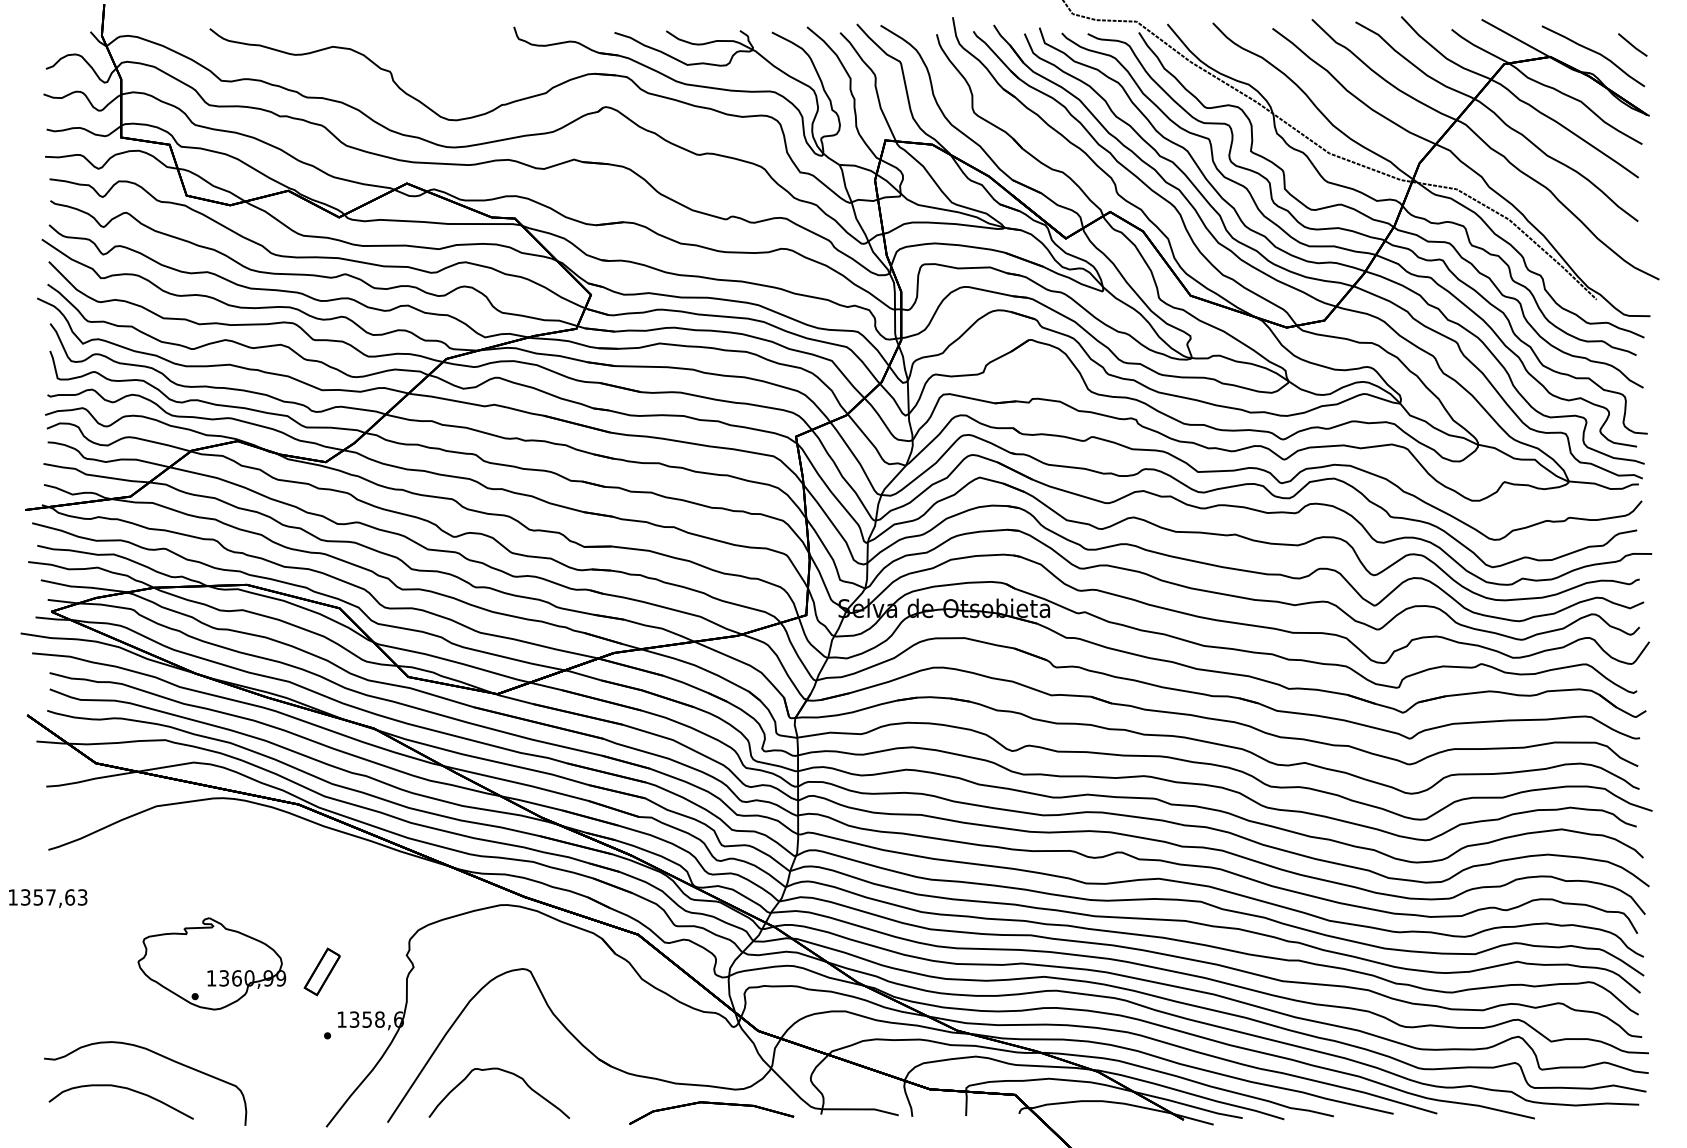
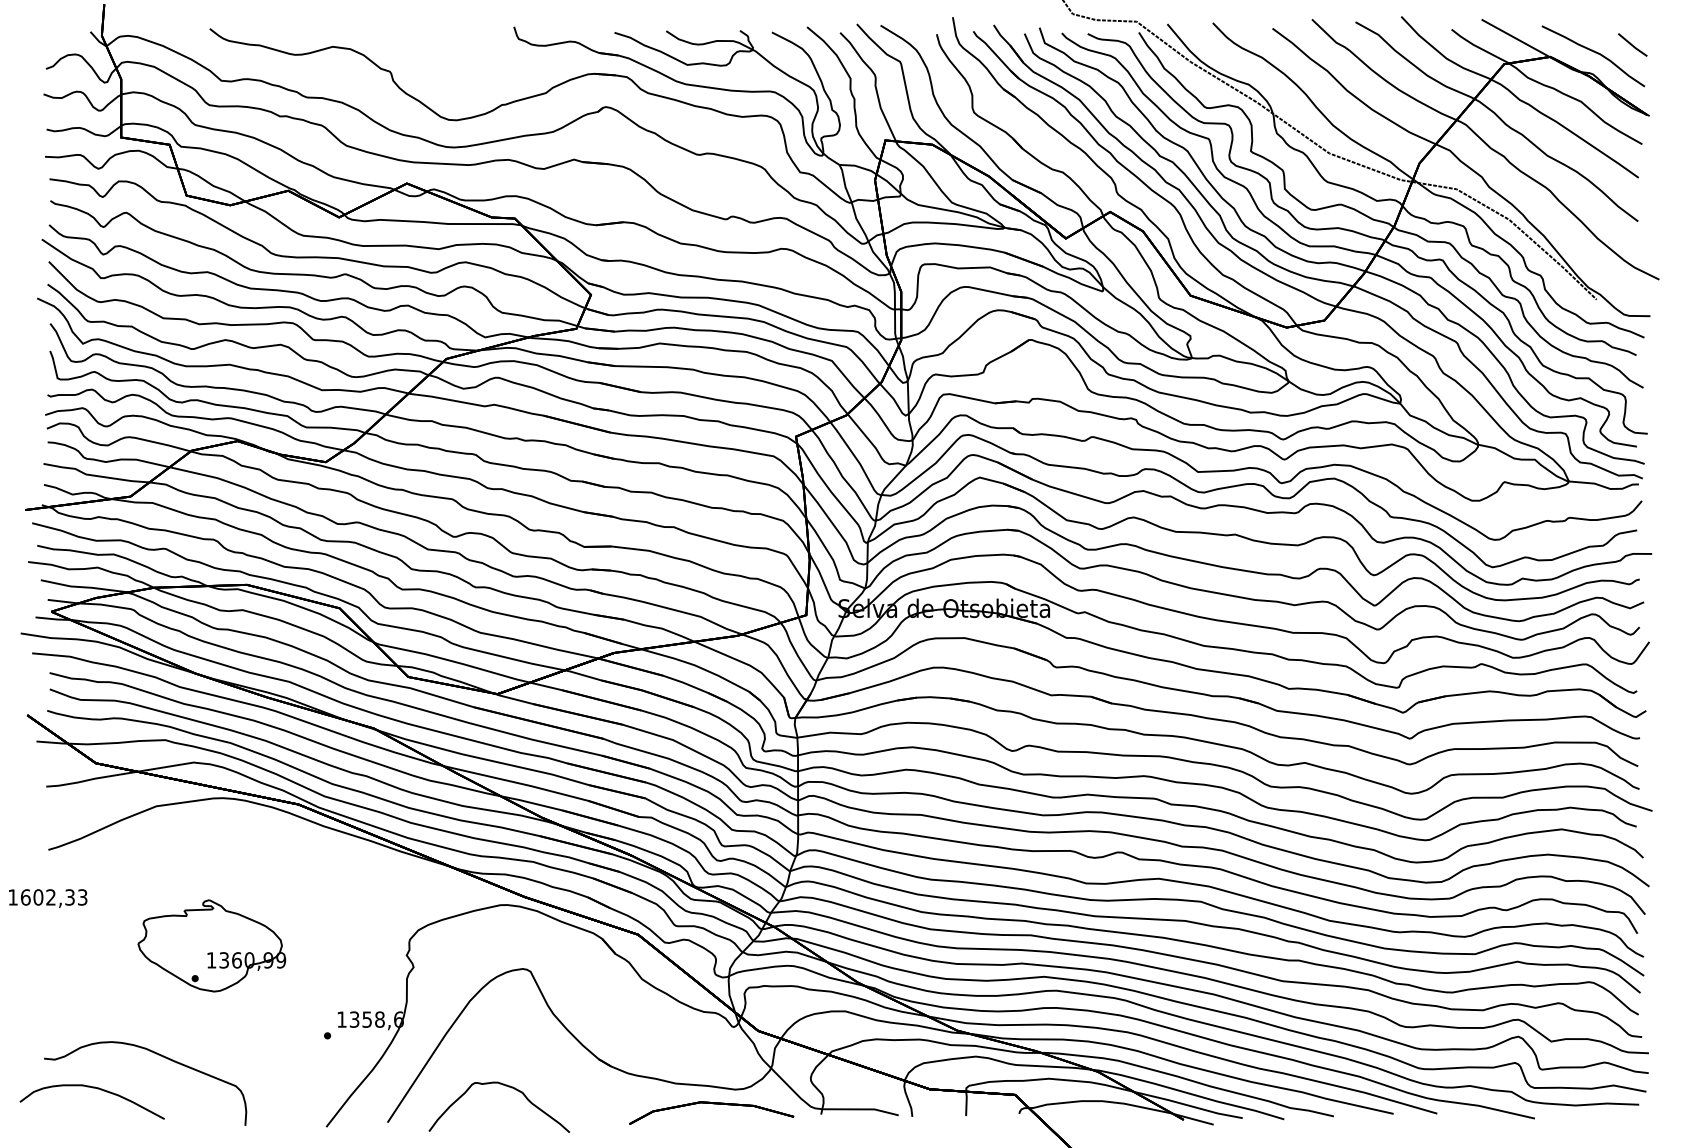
text at (47, 897): 1357,63 -> 1602,33
part at (211, 963) position: (211, 963) -> (211, 945)
part at (321, 971): present -> none
curve at (505, 1072) position: (505, 1072) -> (505, 1086)
curve at (121, 1088) position: (121, 1088) -> (92, 1088)
